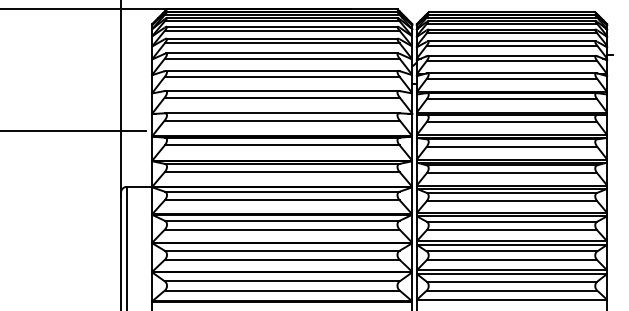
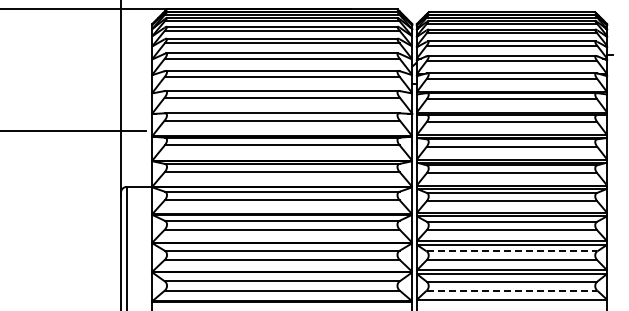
line at (512, 251): solid -> dashed
line at (512, 290): solid -> dashed
